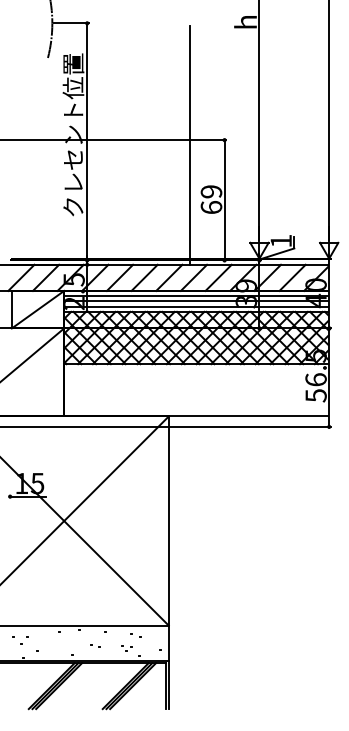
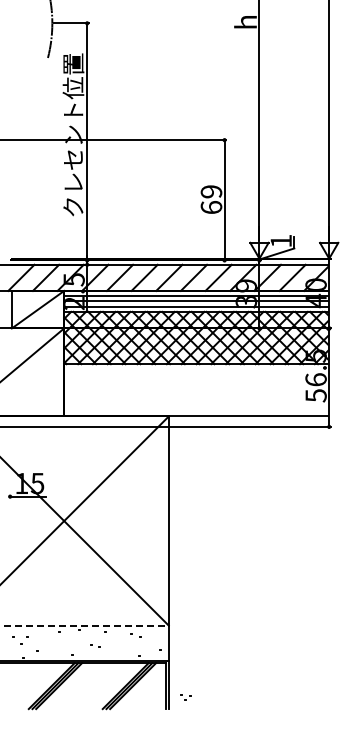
line at (189, 144): present -> none
line at (85, 625): solid -> dashed
part at (126, 648) position: (126, 648) -> (185, 697)
